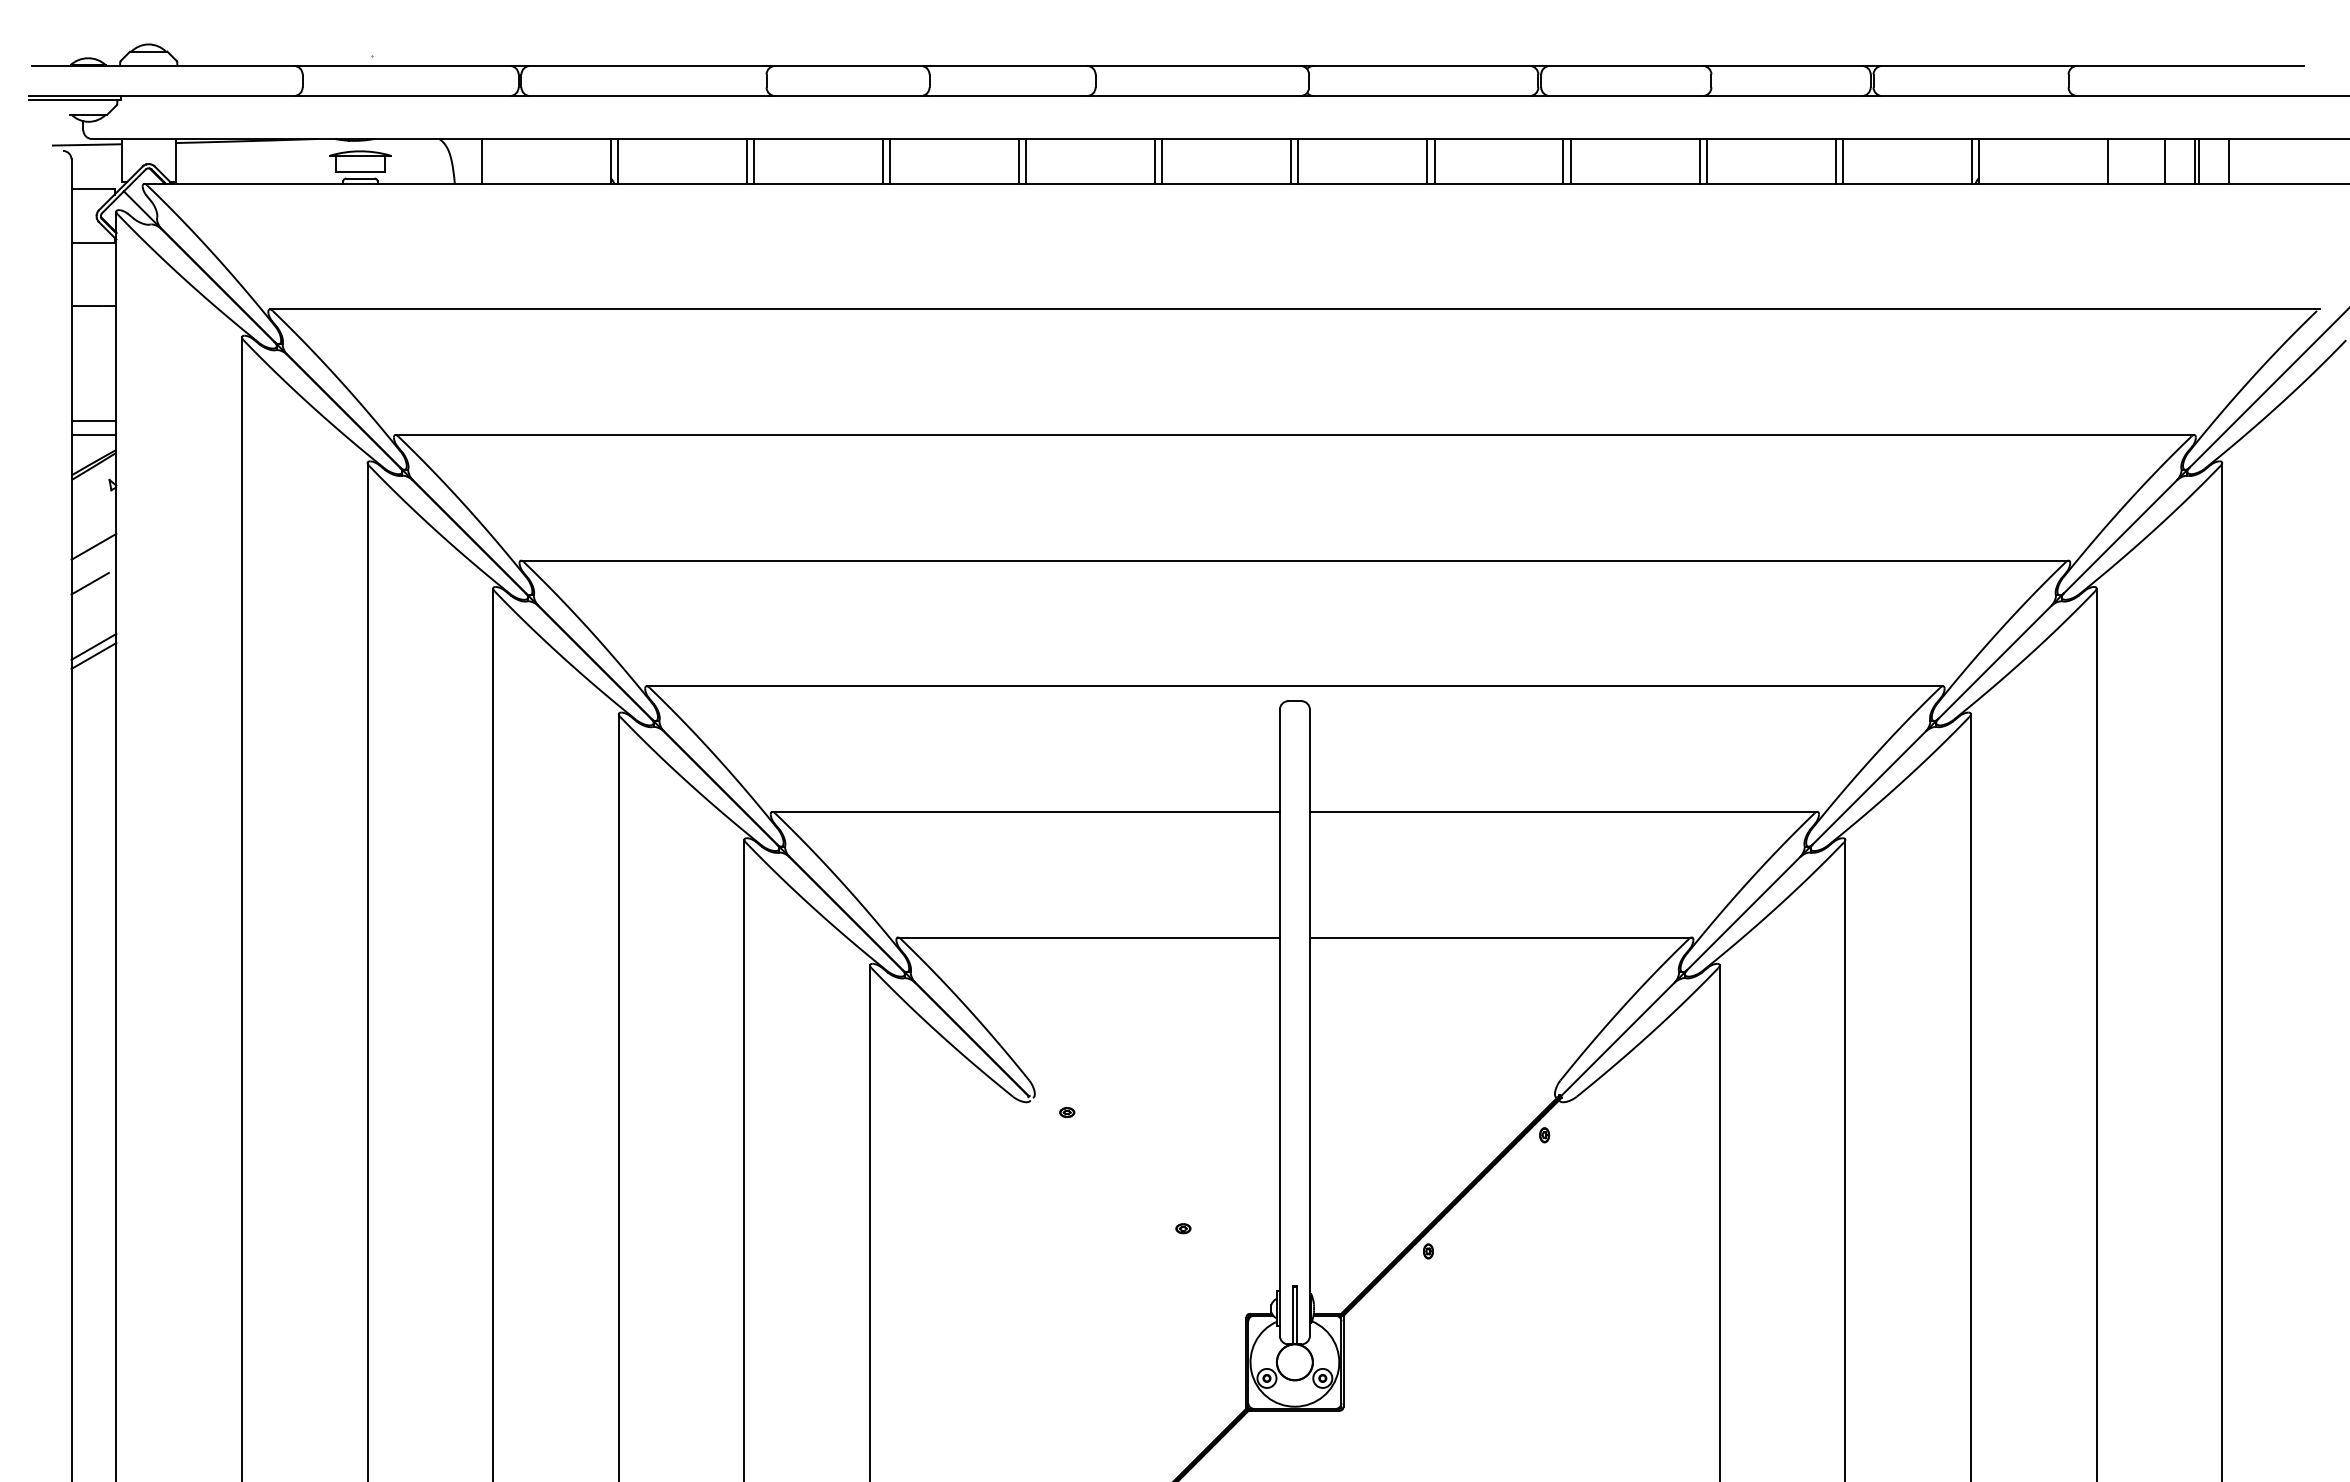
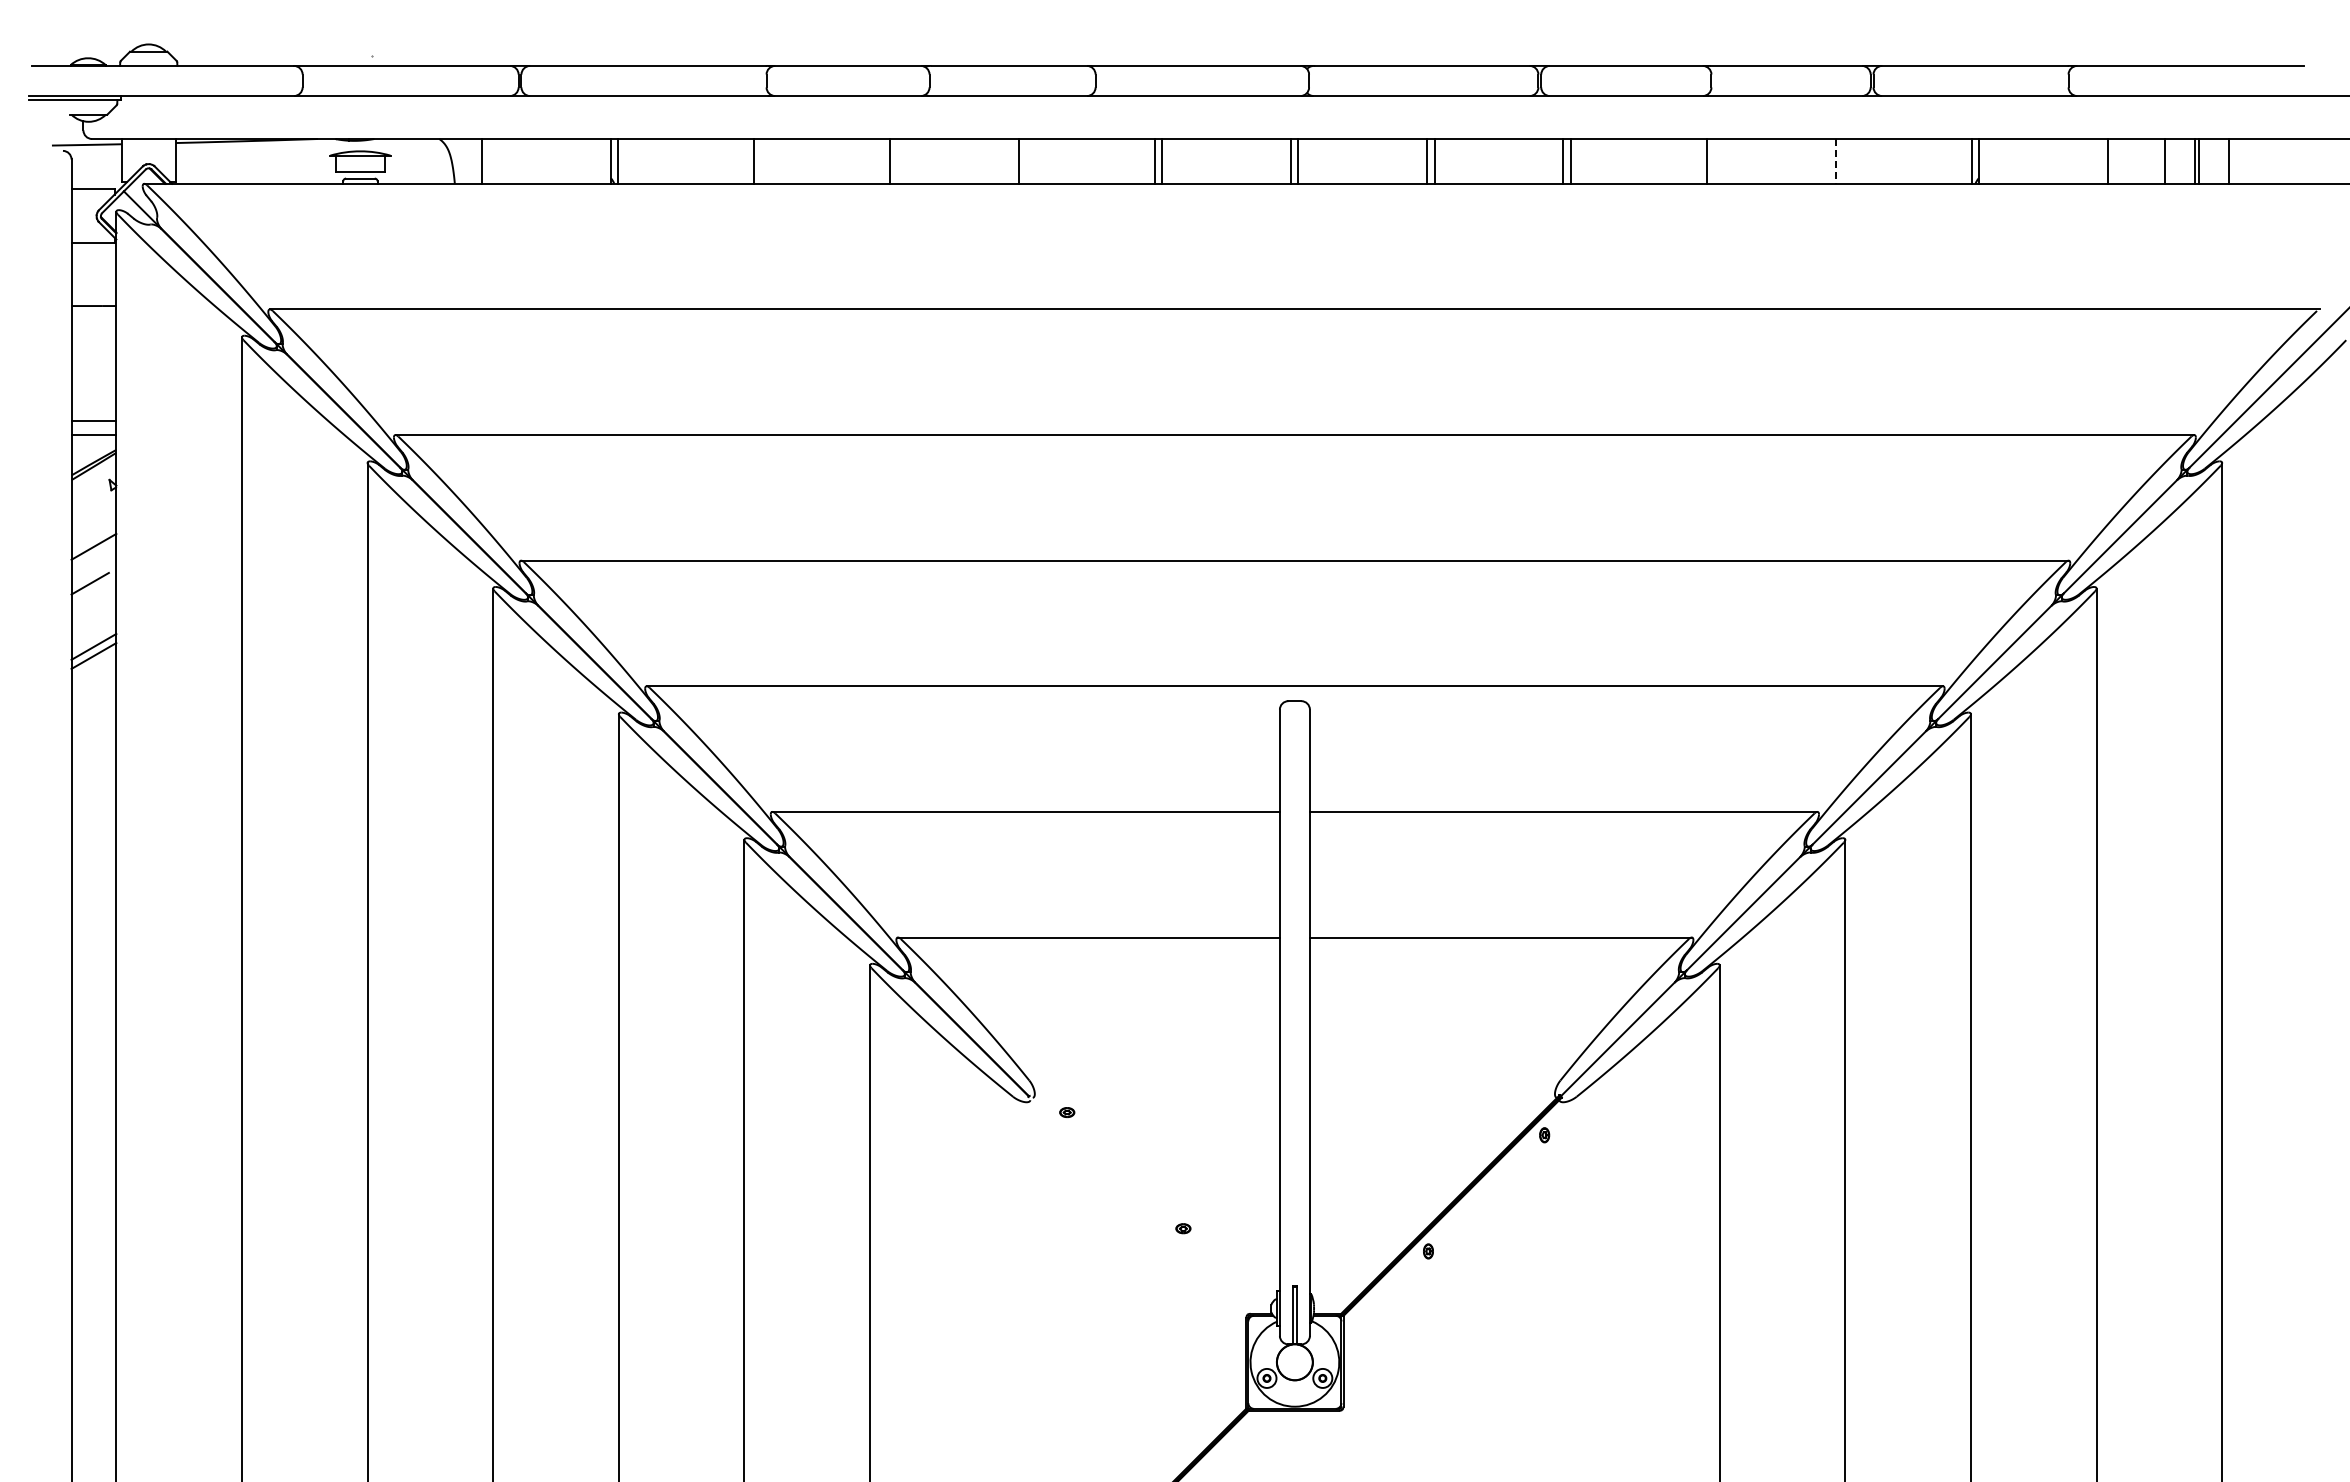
line at (747, 161): present -> none
line at (883, 161): present -> none
line at (1026, 161): present -> none
line at (1699, 161): present -> none
line at (1835, 161): solid -> dashed
line at (1842, 161): present -> none
